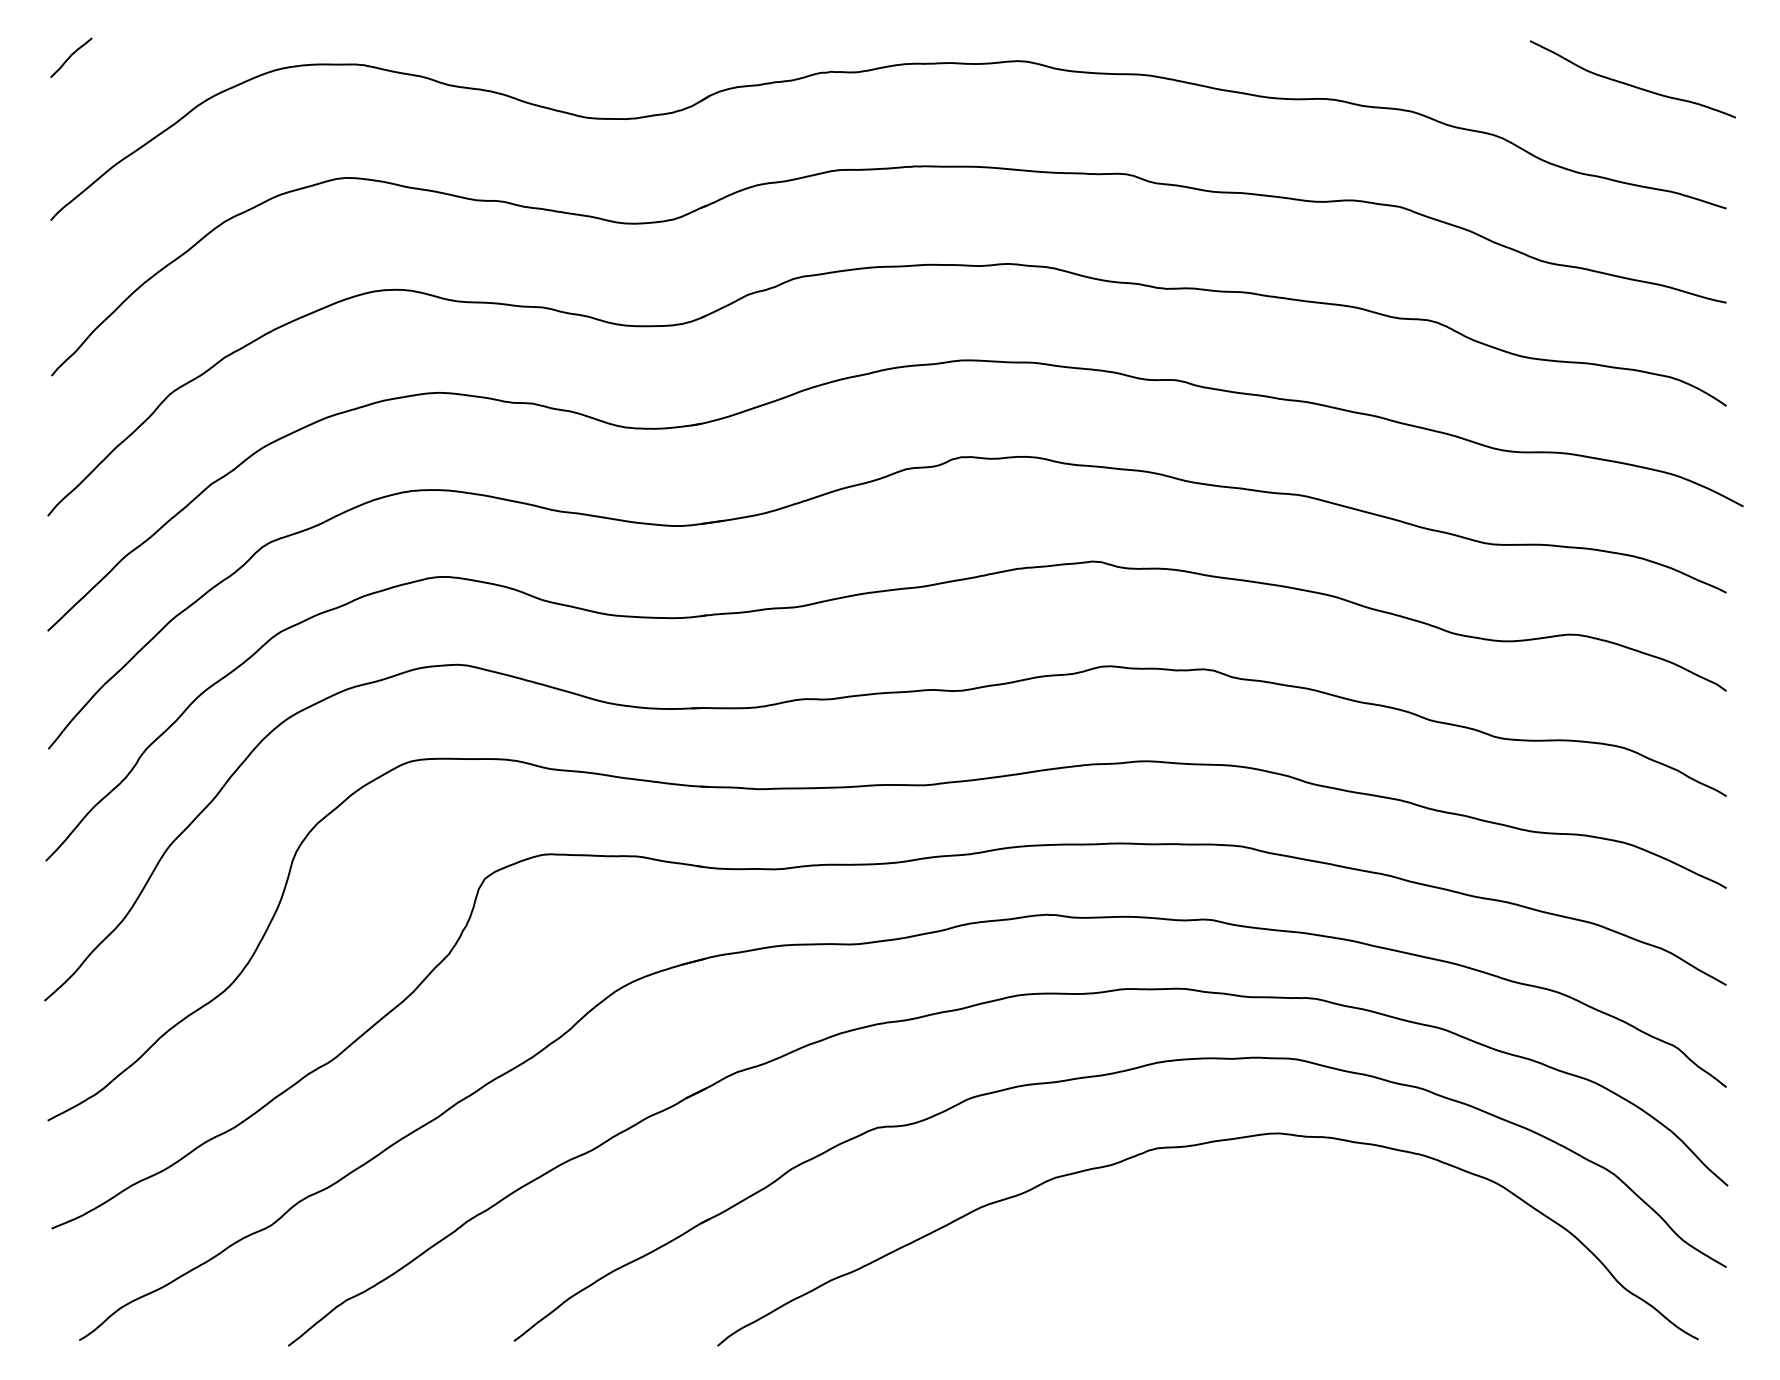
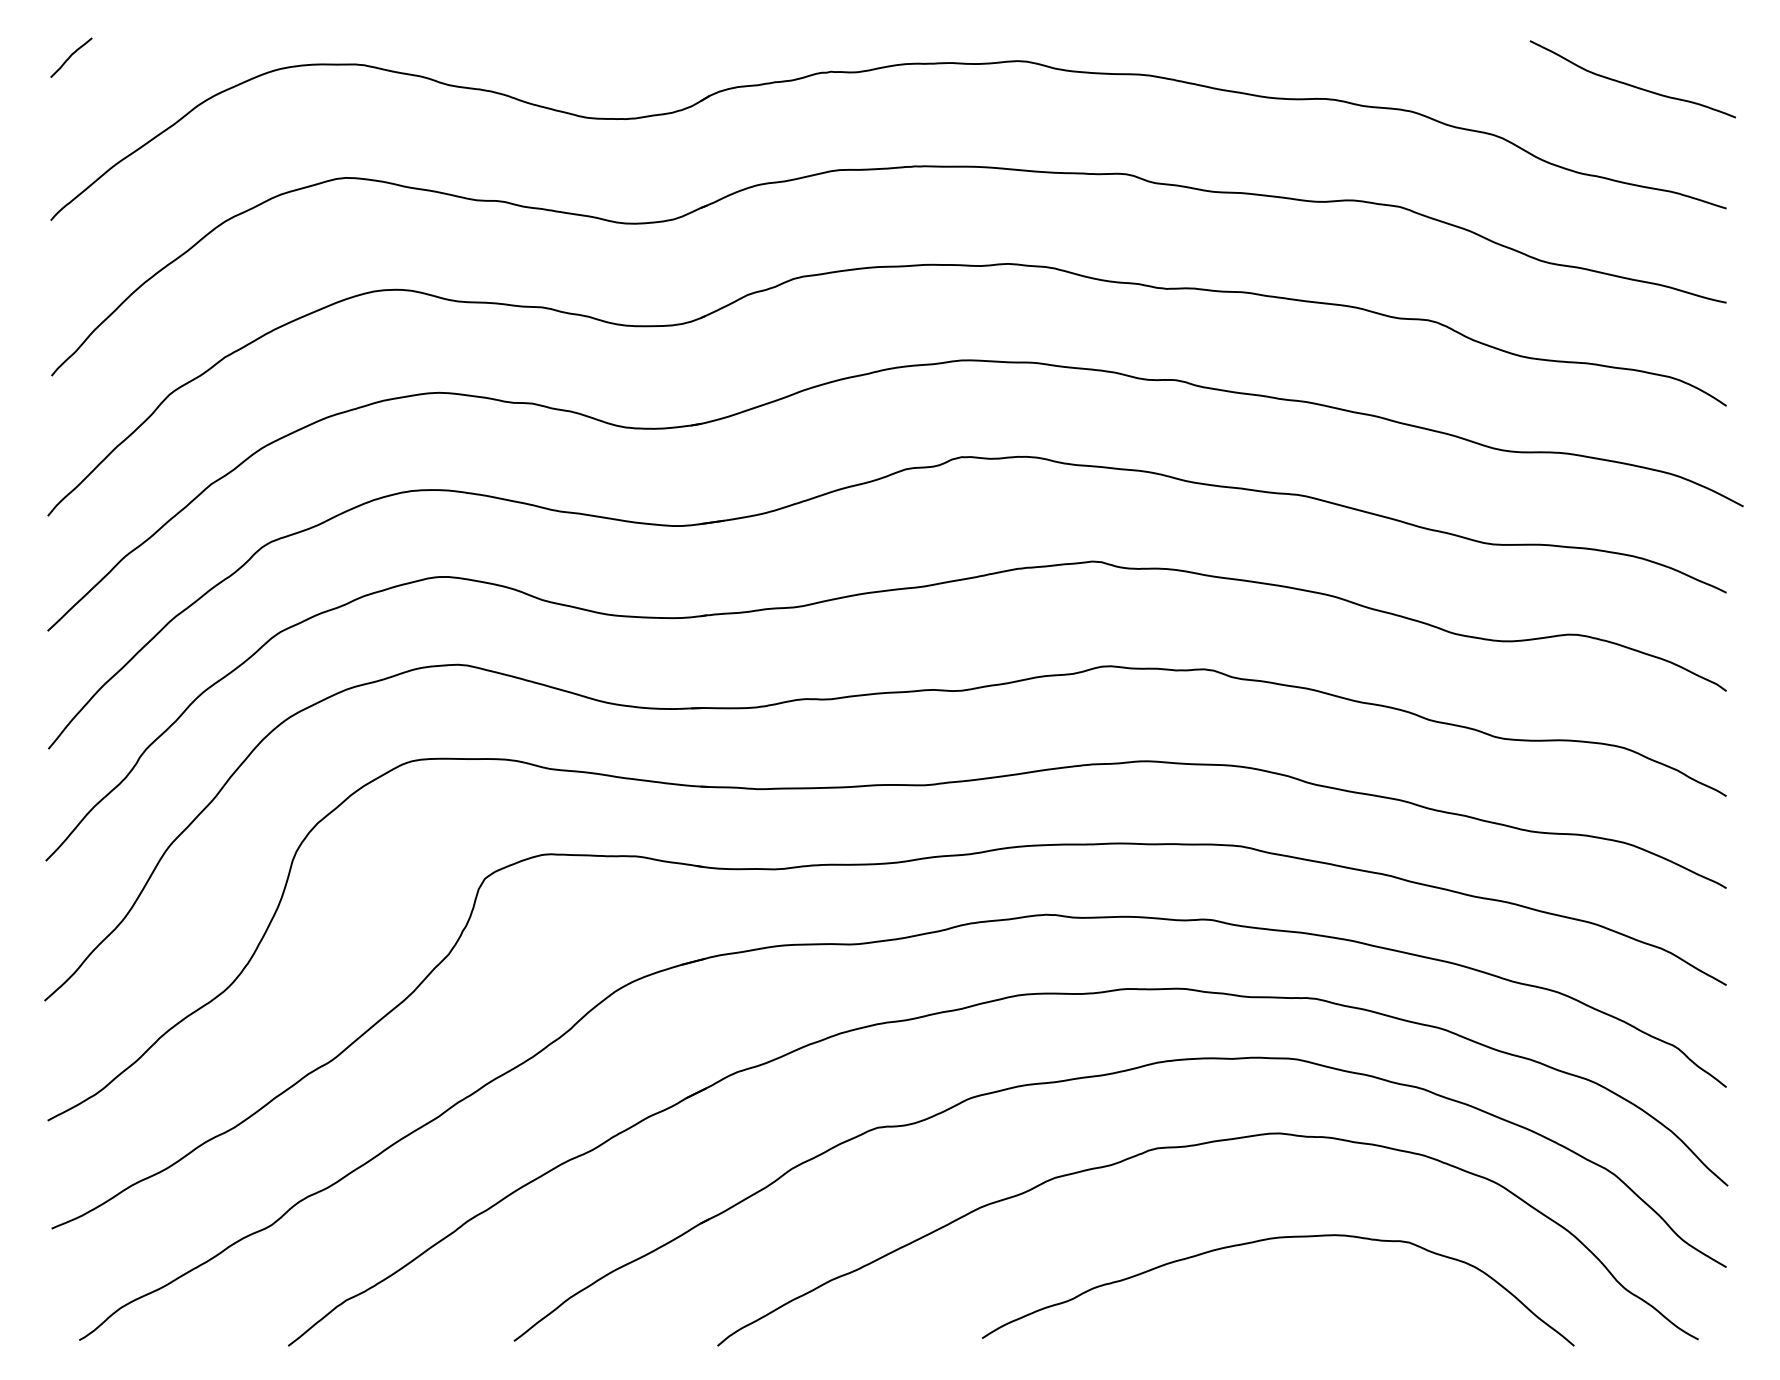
curve at (1267, 1240): none -> present
